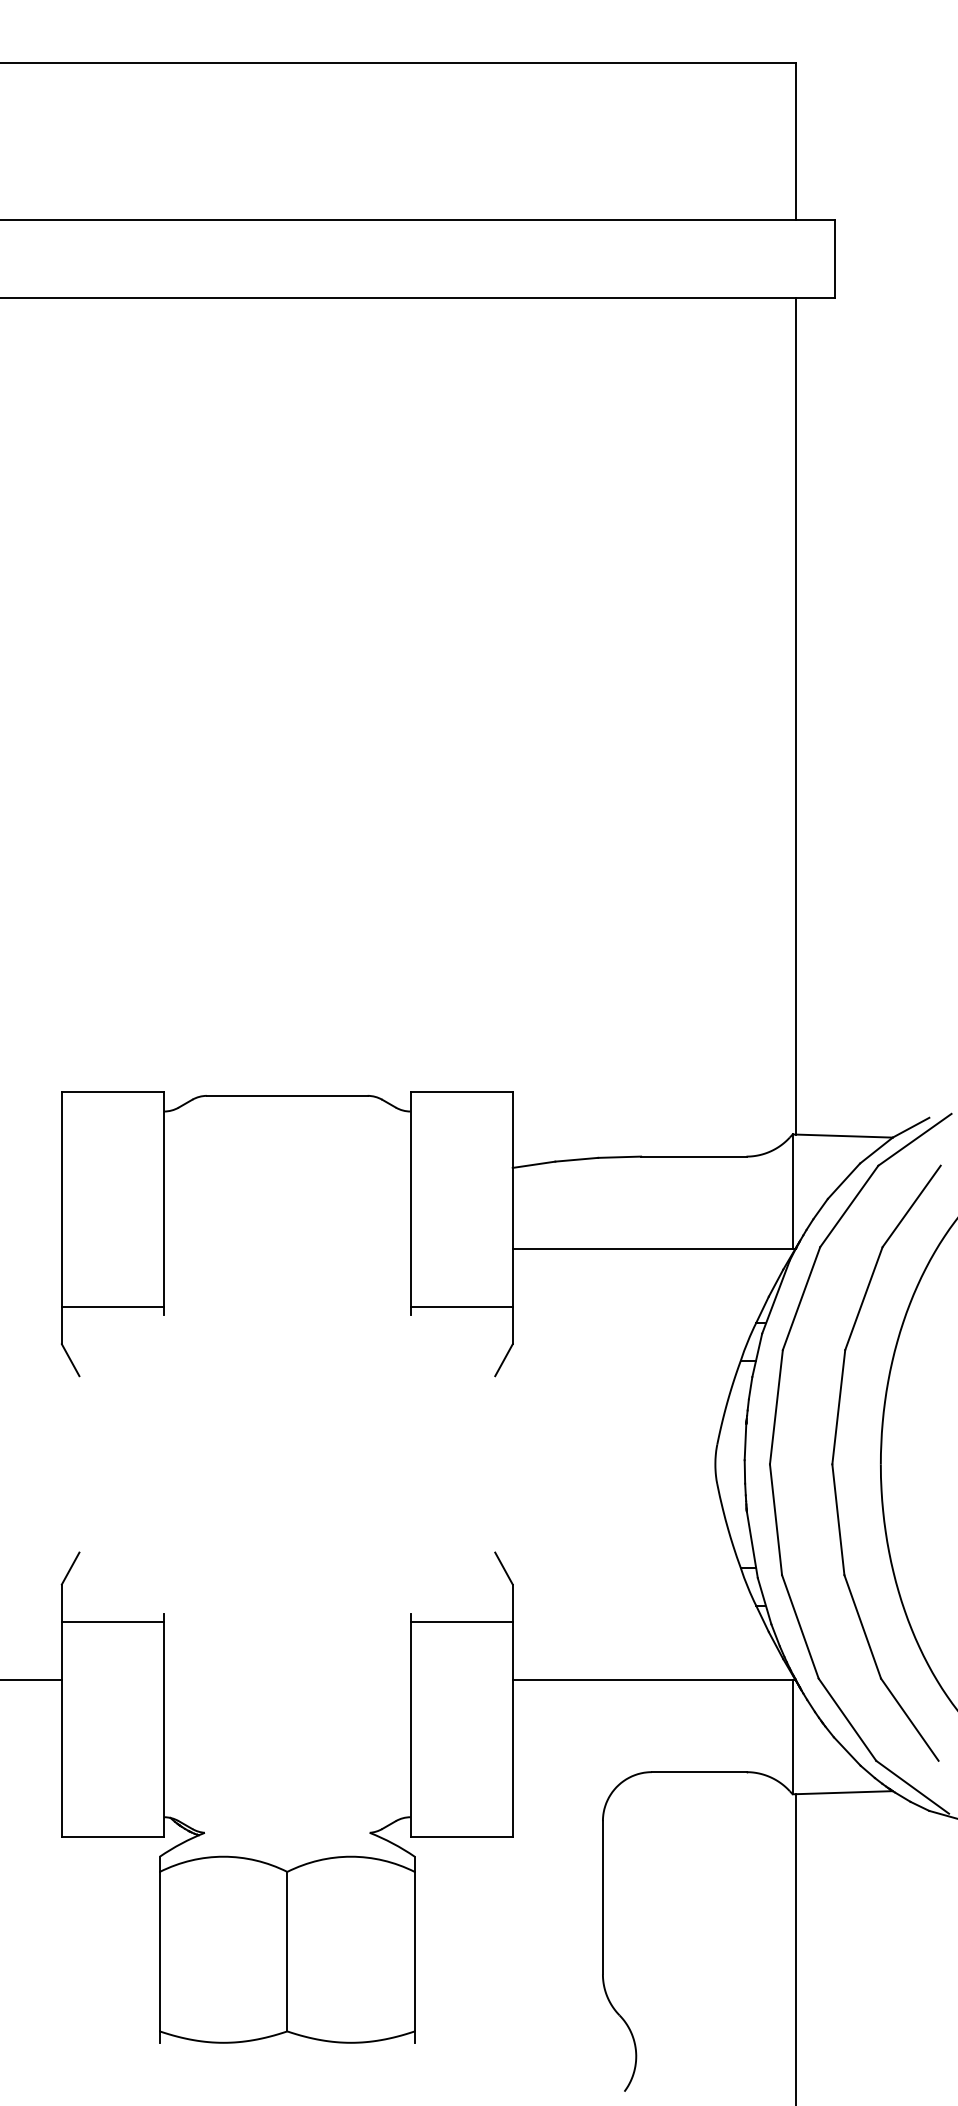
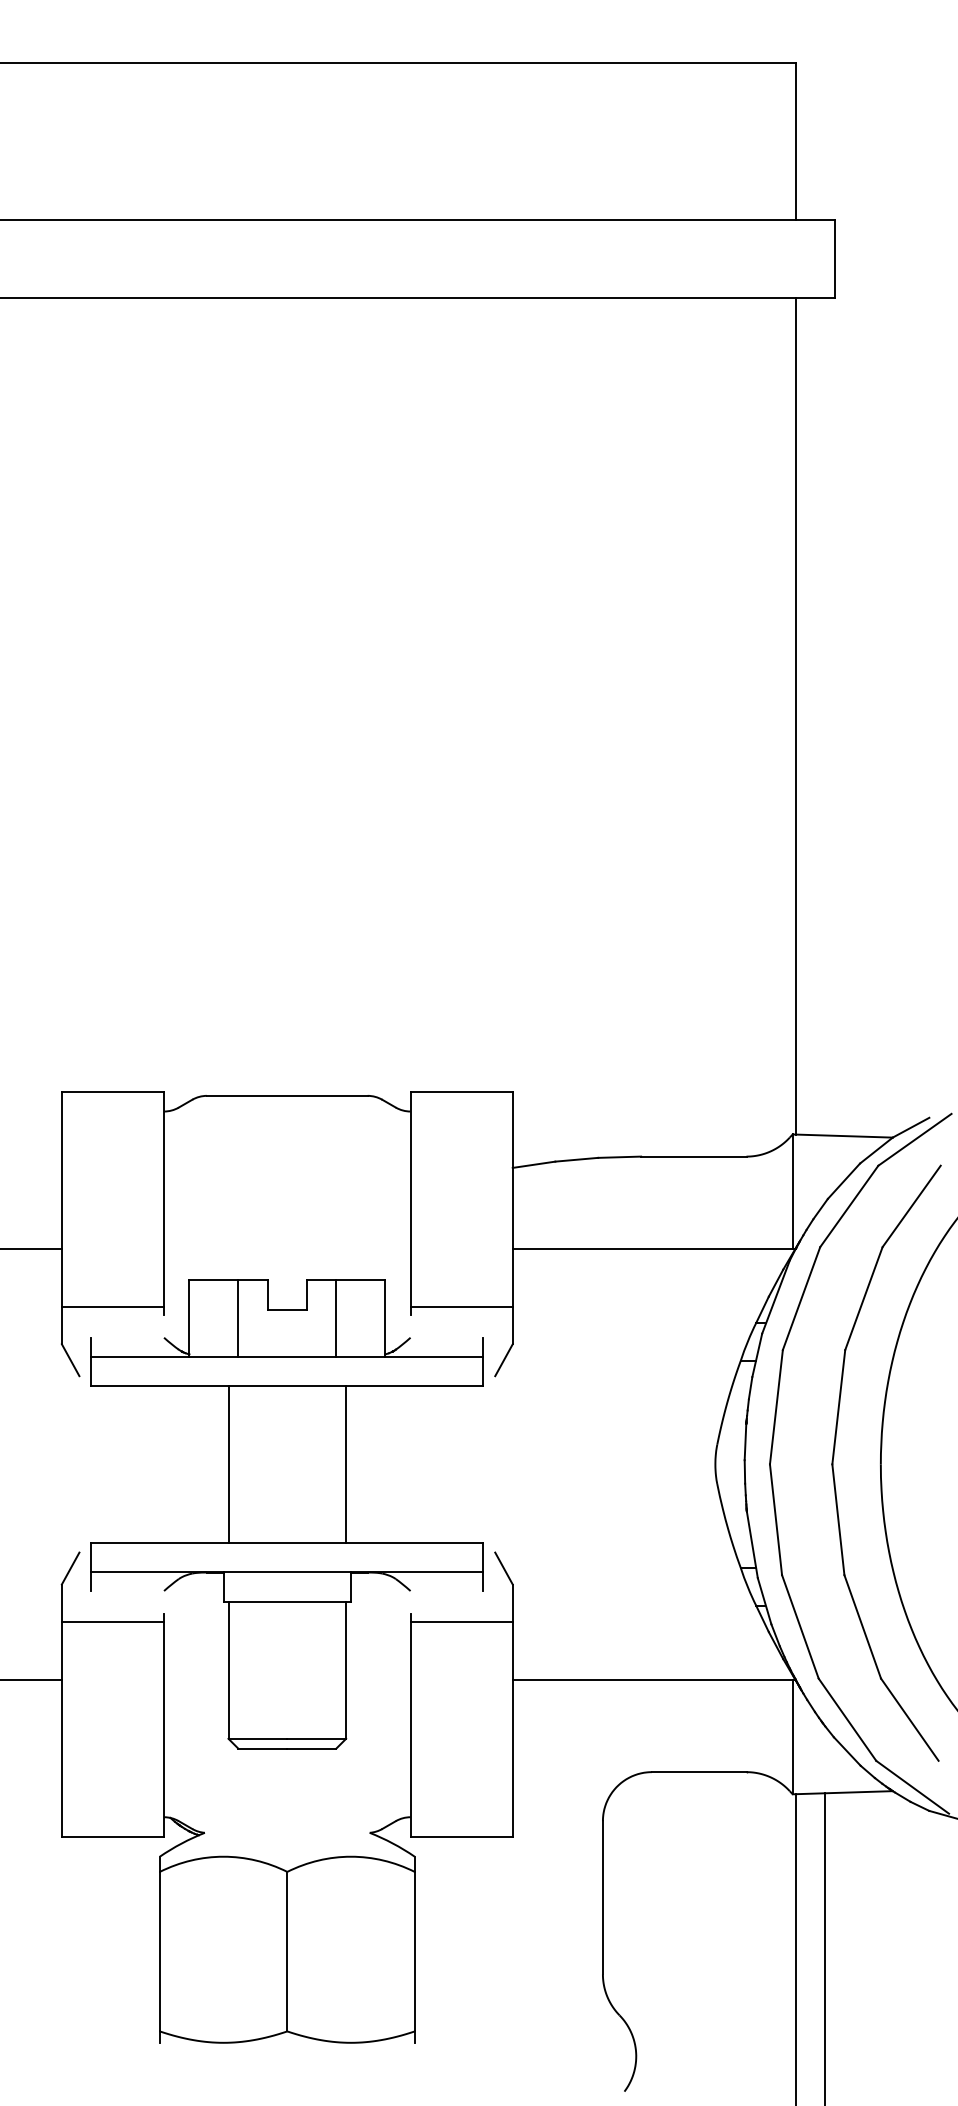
line at (31, 1248): none -> present
part at (286, 1514): none -> present
line at (825, 1947): none -> present
